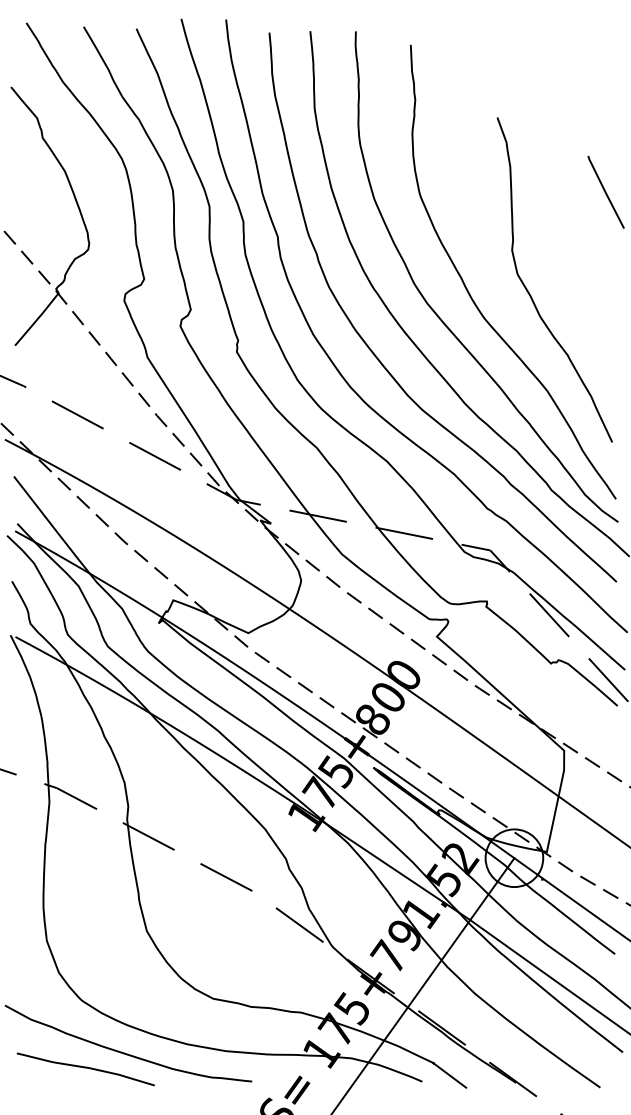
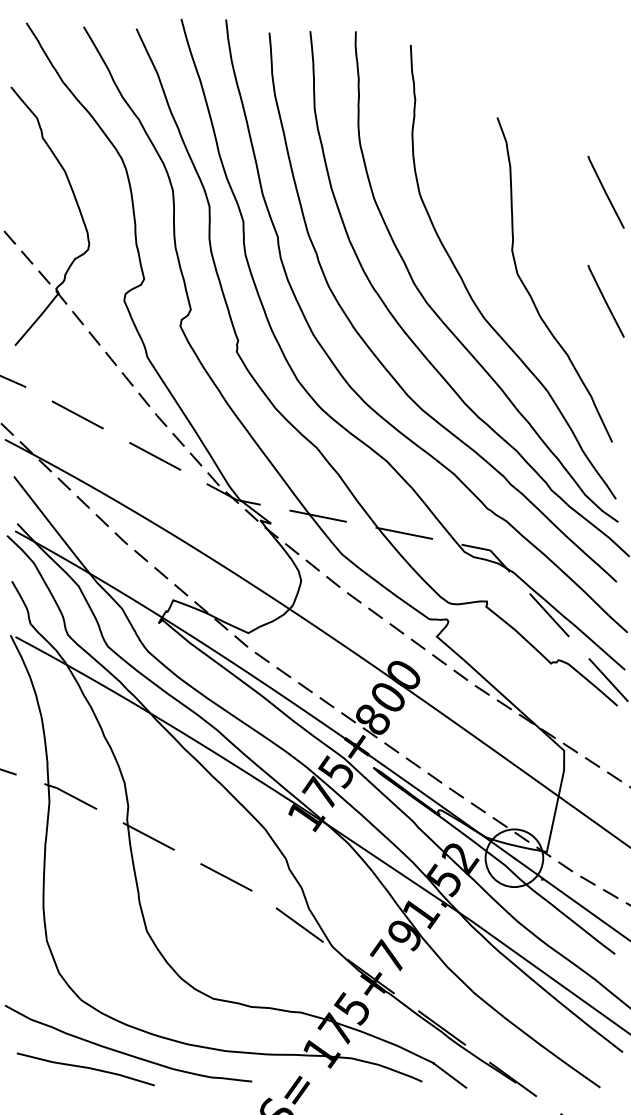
line at (605, 301): none -> present
line at (423, 984): present -> none
